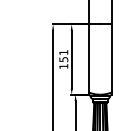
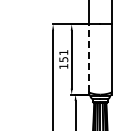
line at (88, 58): solid -> dashed
